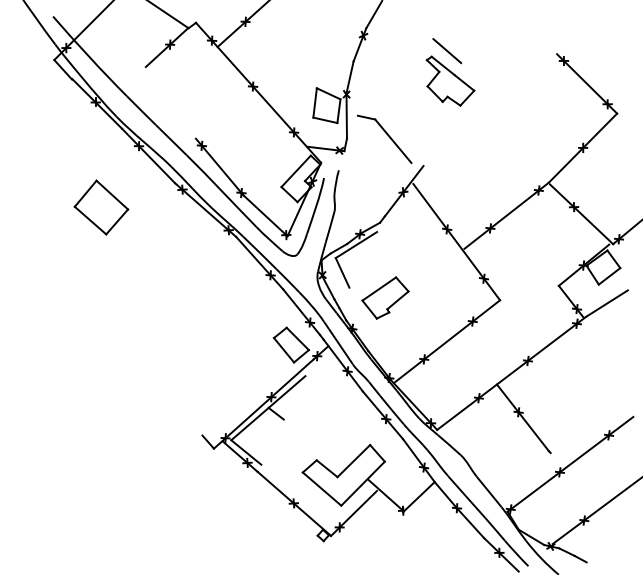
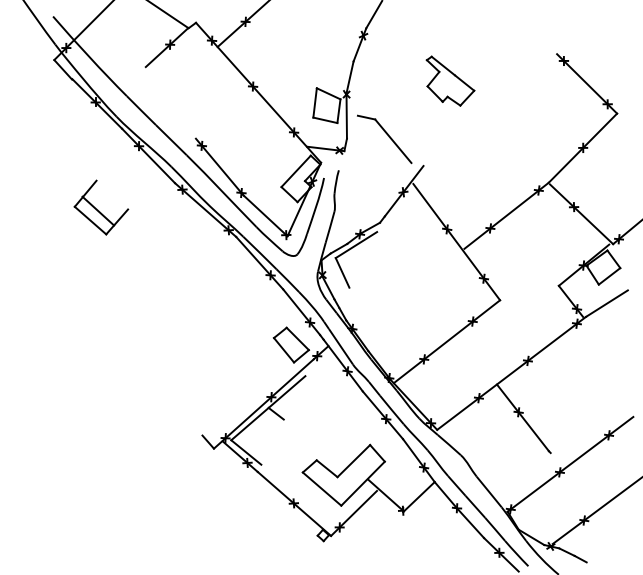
line at (447, 51): present -> none
line at (112, 194) position: (112, 194) -> (98, 210)
part at (385, 297): present -> none
